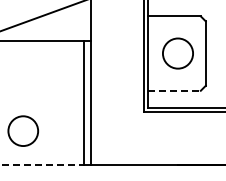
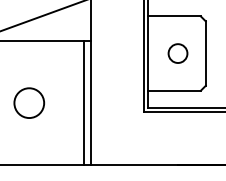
circle at (177, 53) diameter: 30 px -> 19 px
line at (175, 90): dashed -> solid
circle at (22, 130) position: (22, 130) -> (28, 102)
line at (42, 165): dashed -> solid
